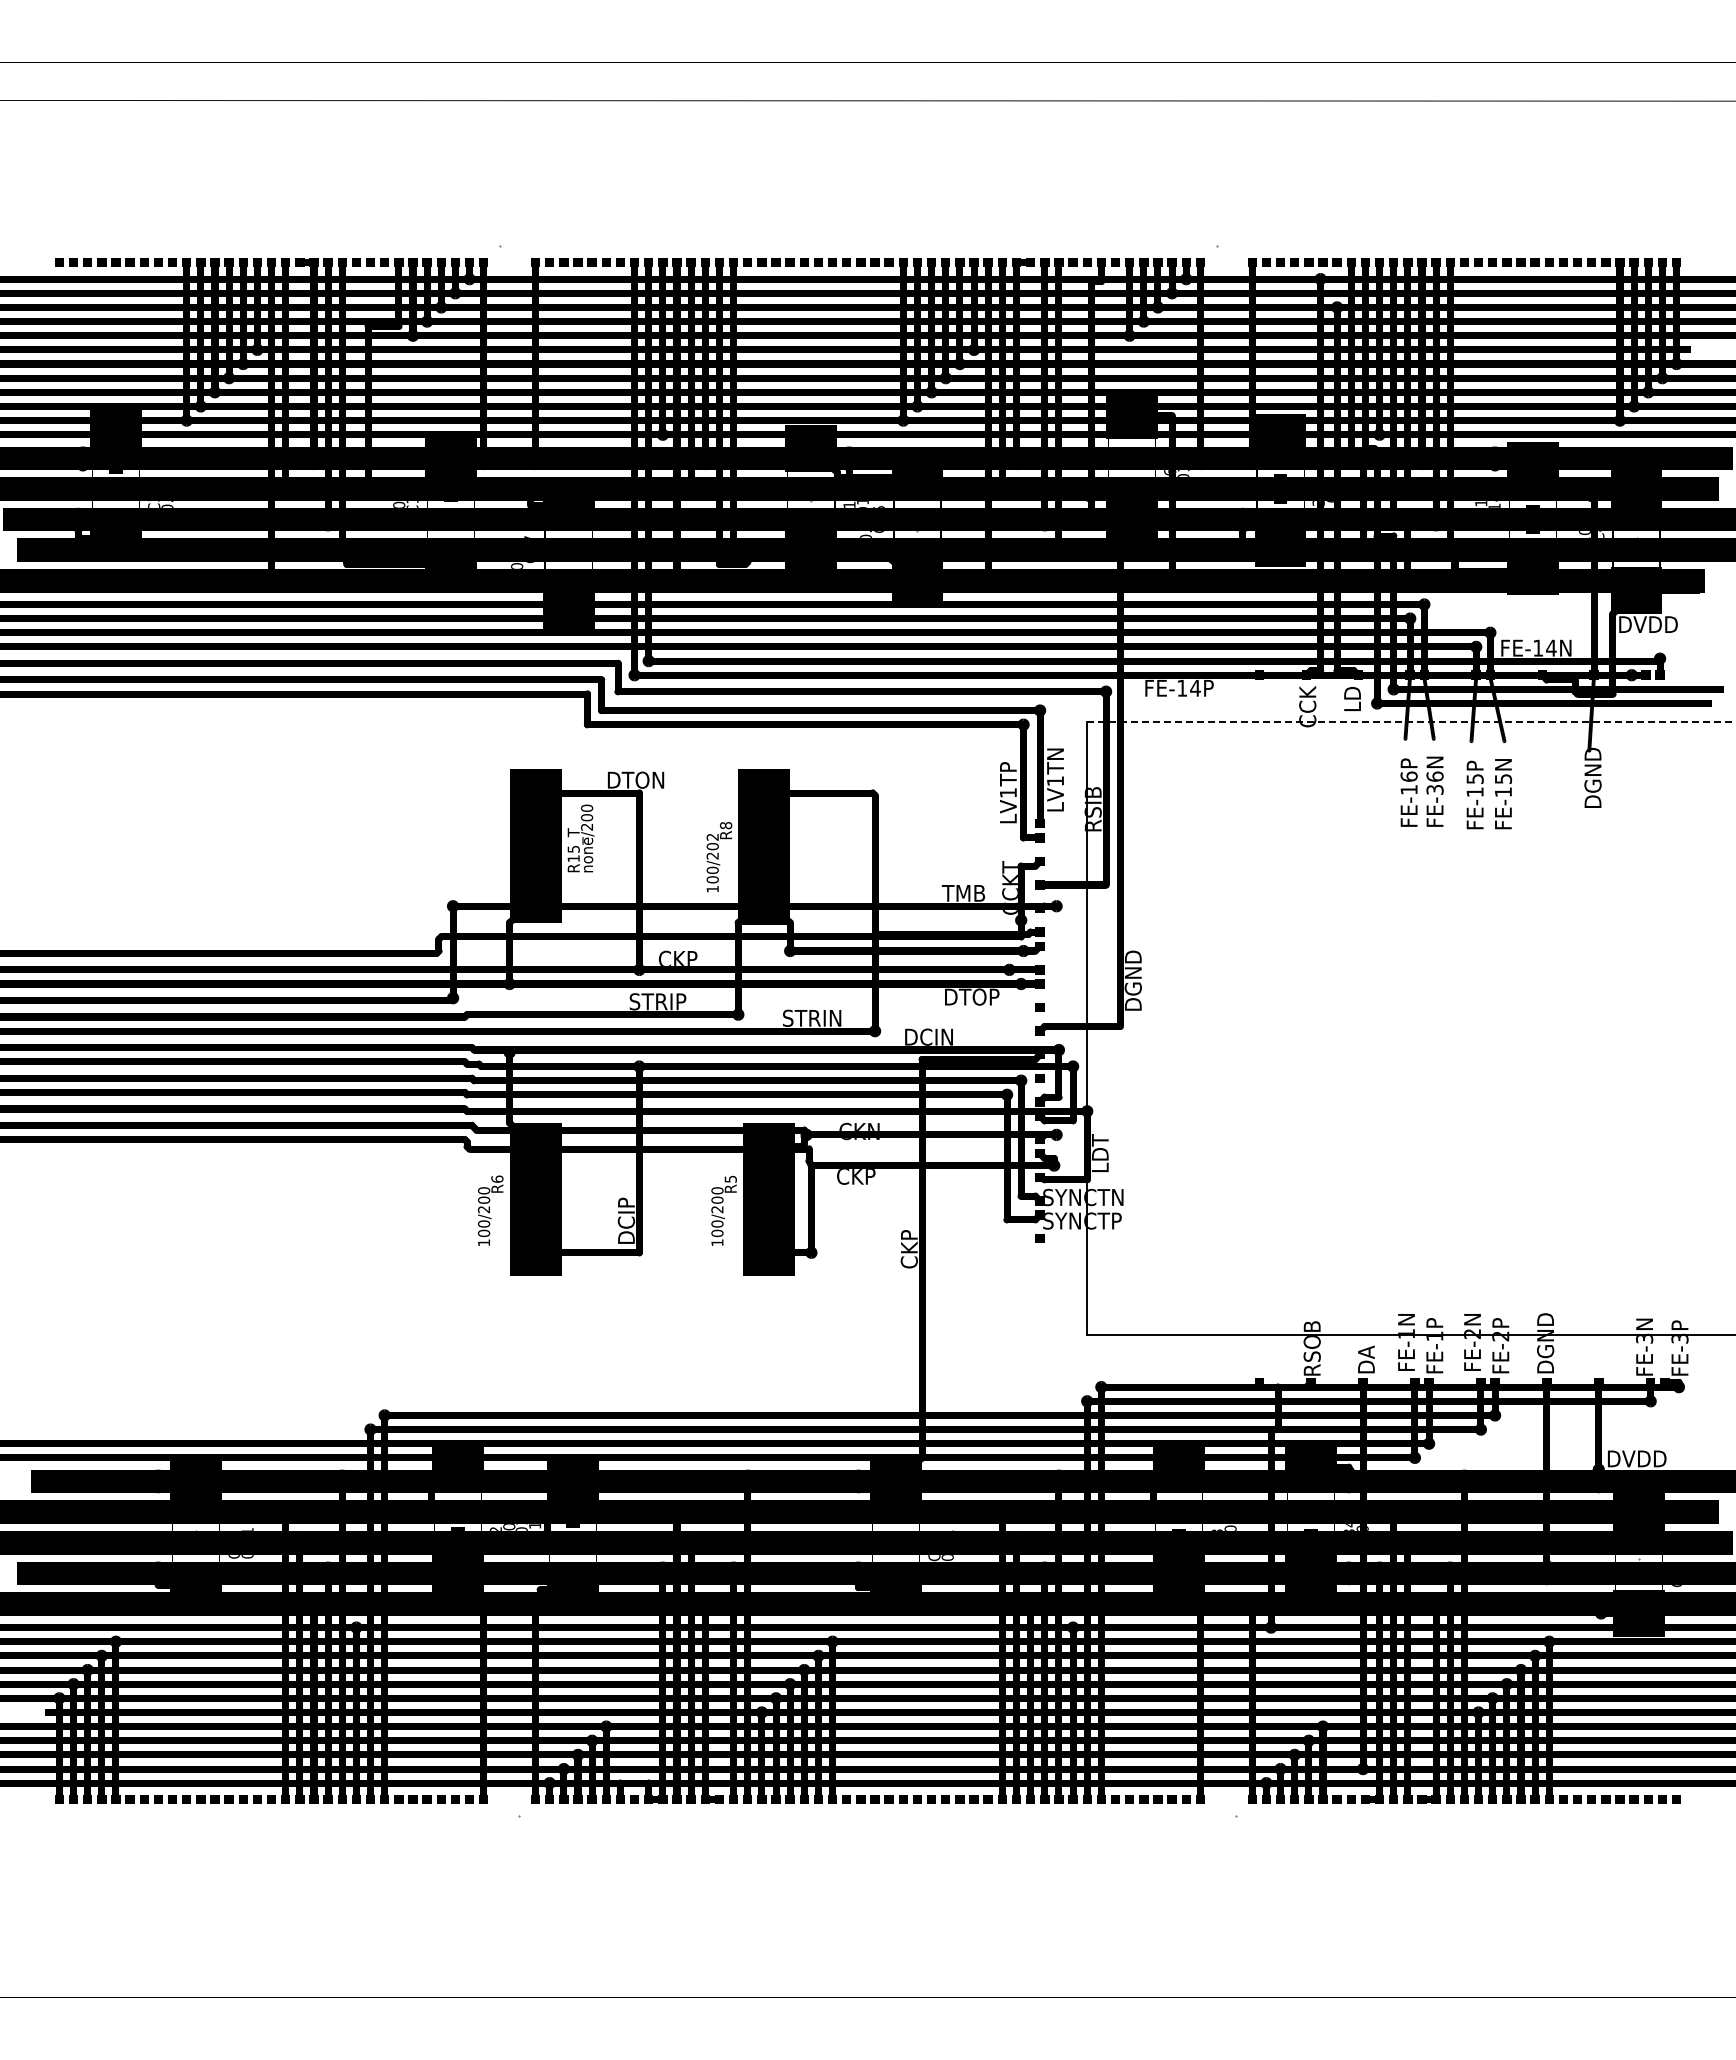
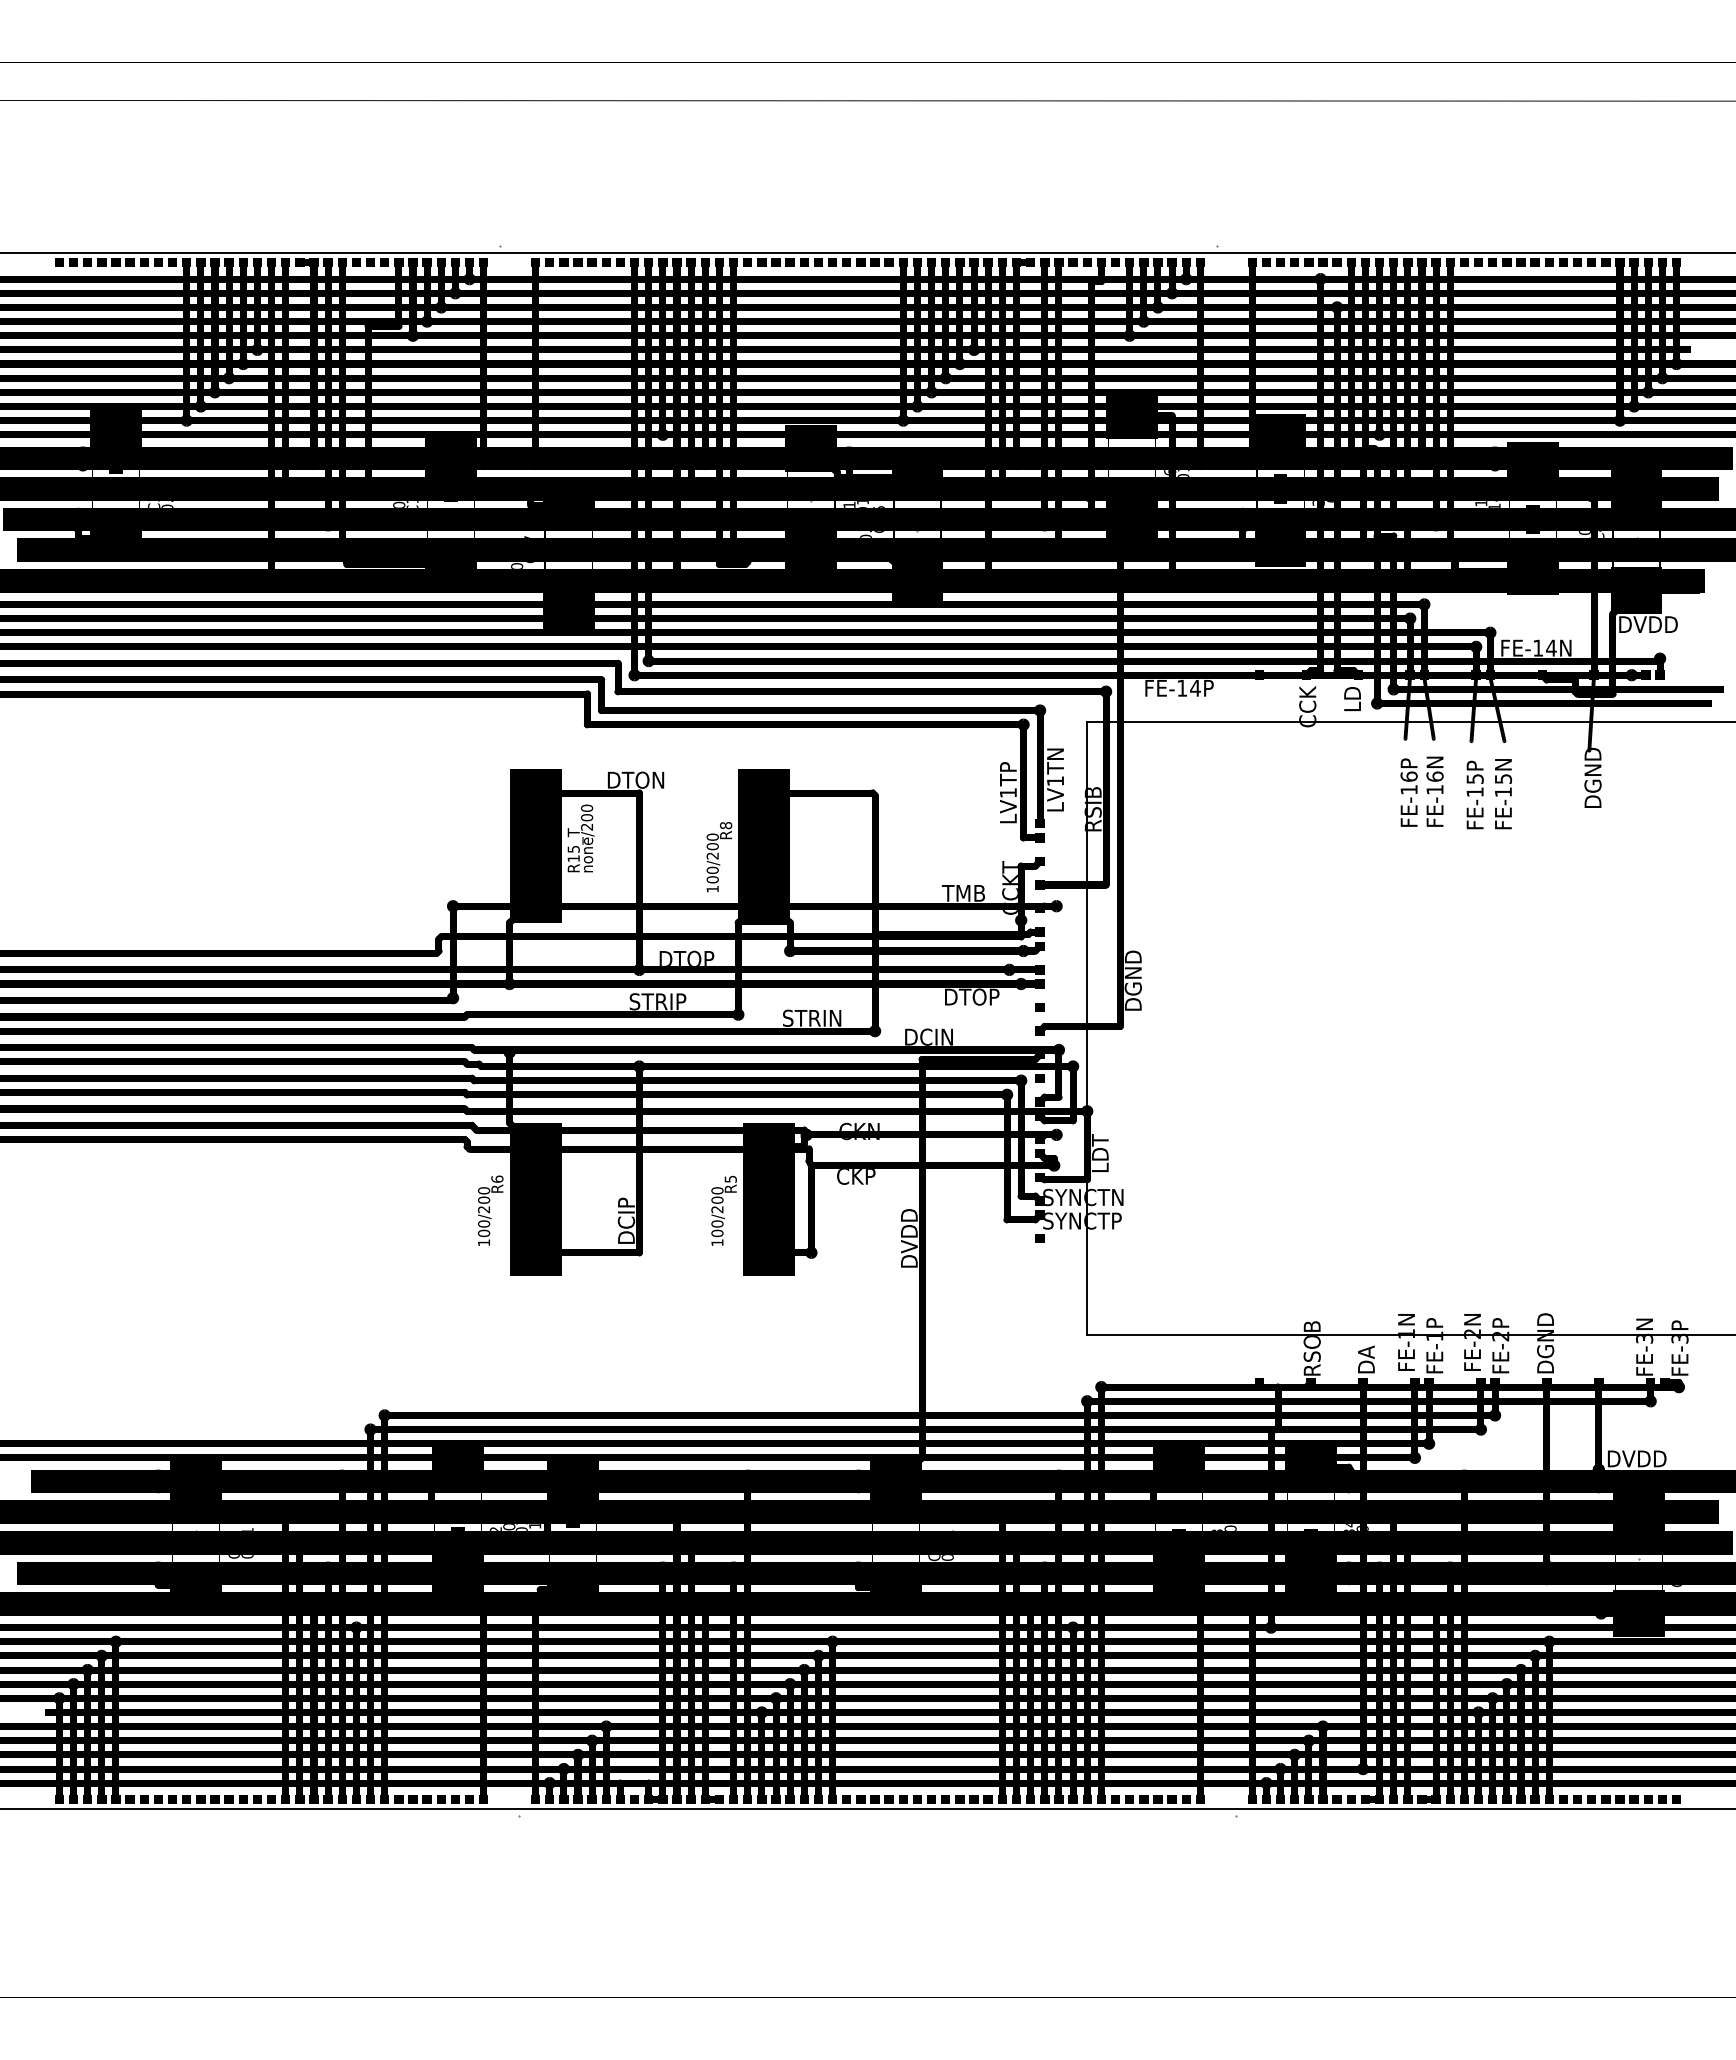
line at (867, 253): none -> present
line at (1411, 722): dashed -> solid
text at (1434, 789): FE-36N -> FE-16N
text at (712, 836): 100/202 -> 100/200
text at (686, 957): CKP -> DTOP
text at (908, 1238): CKP -> DVDD
line at (867, 1809): none -> present
